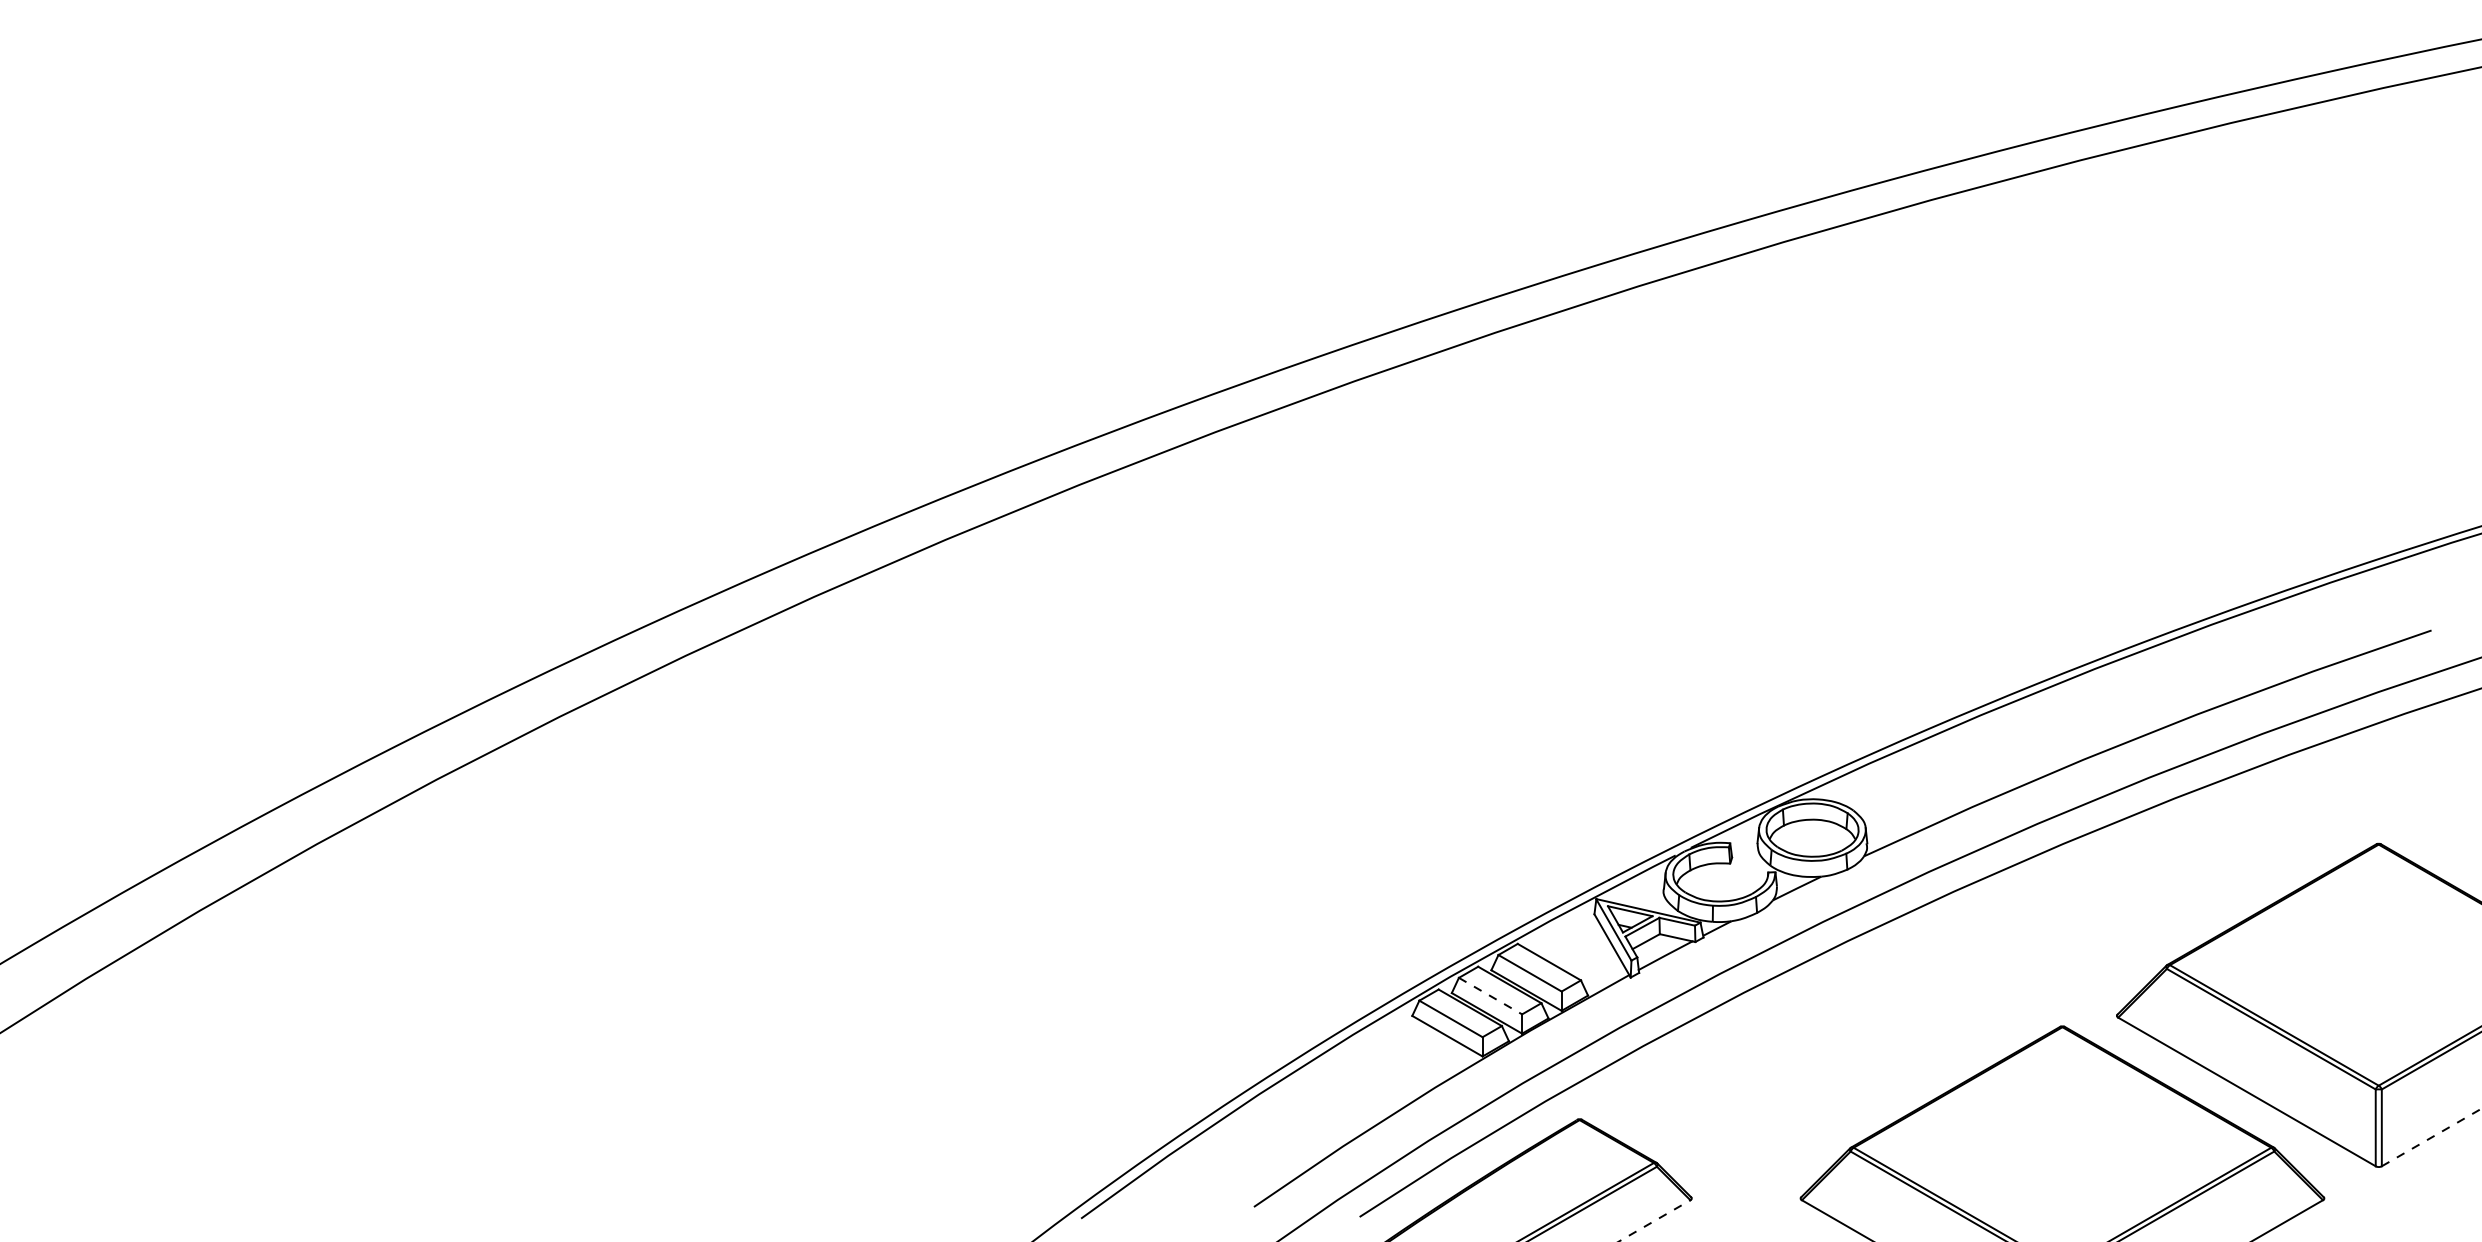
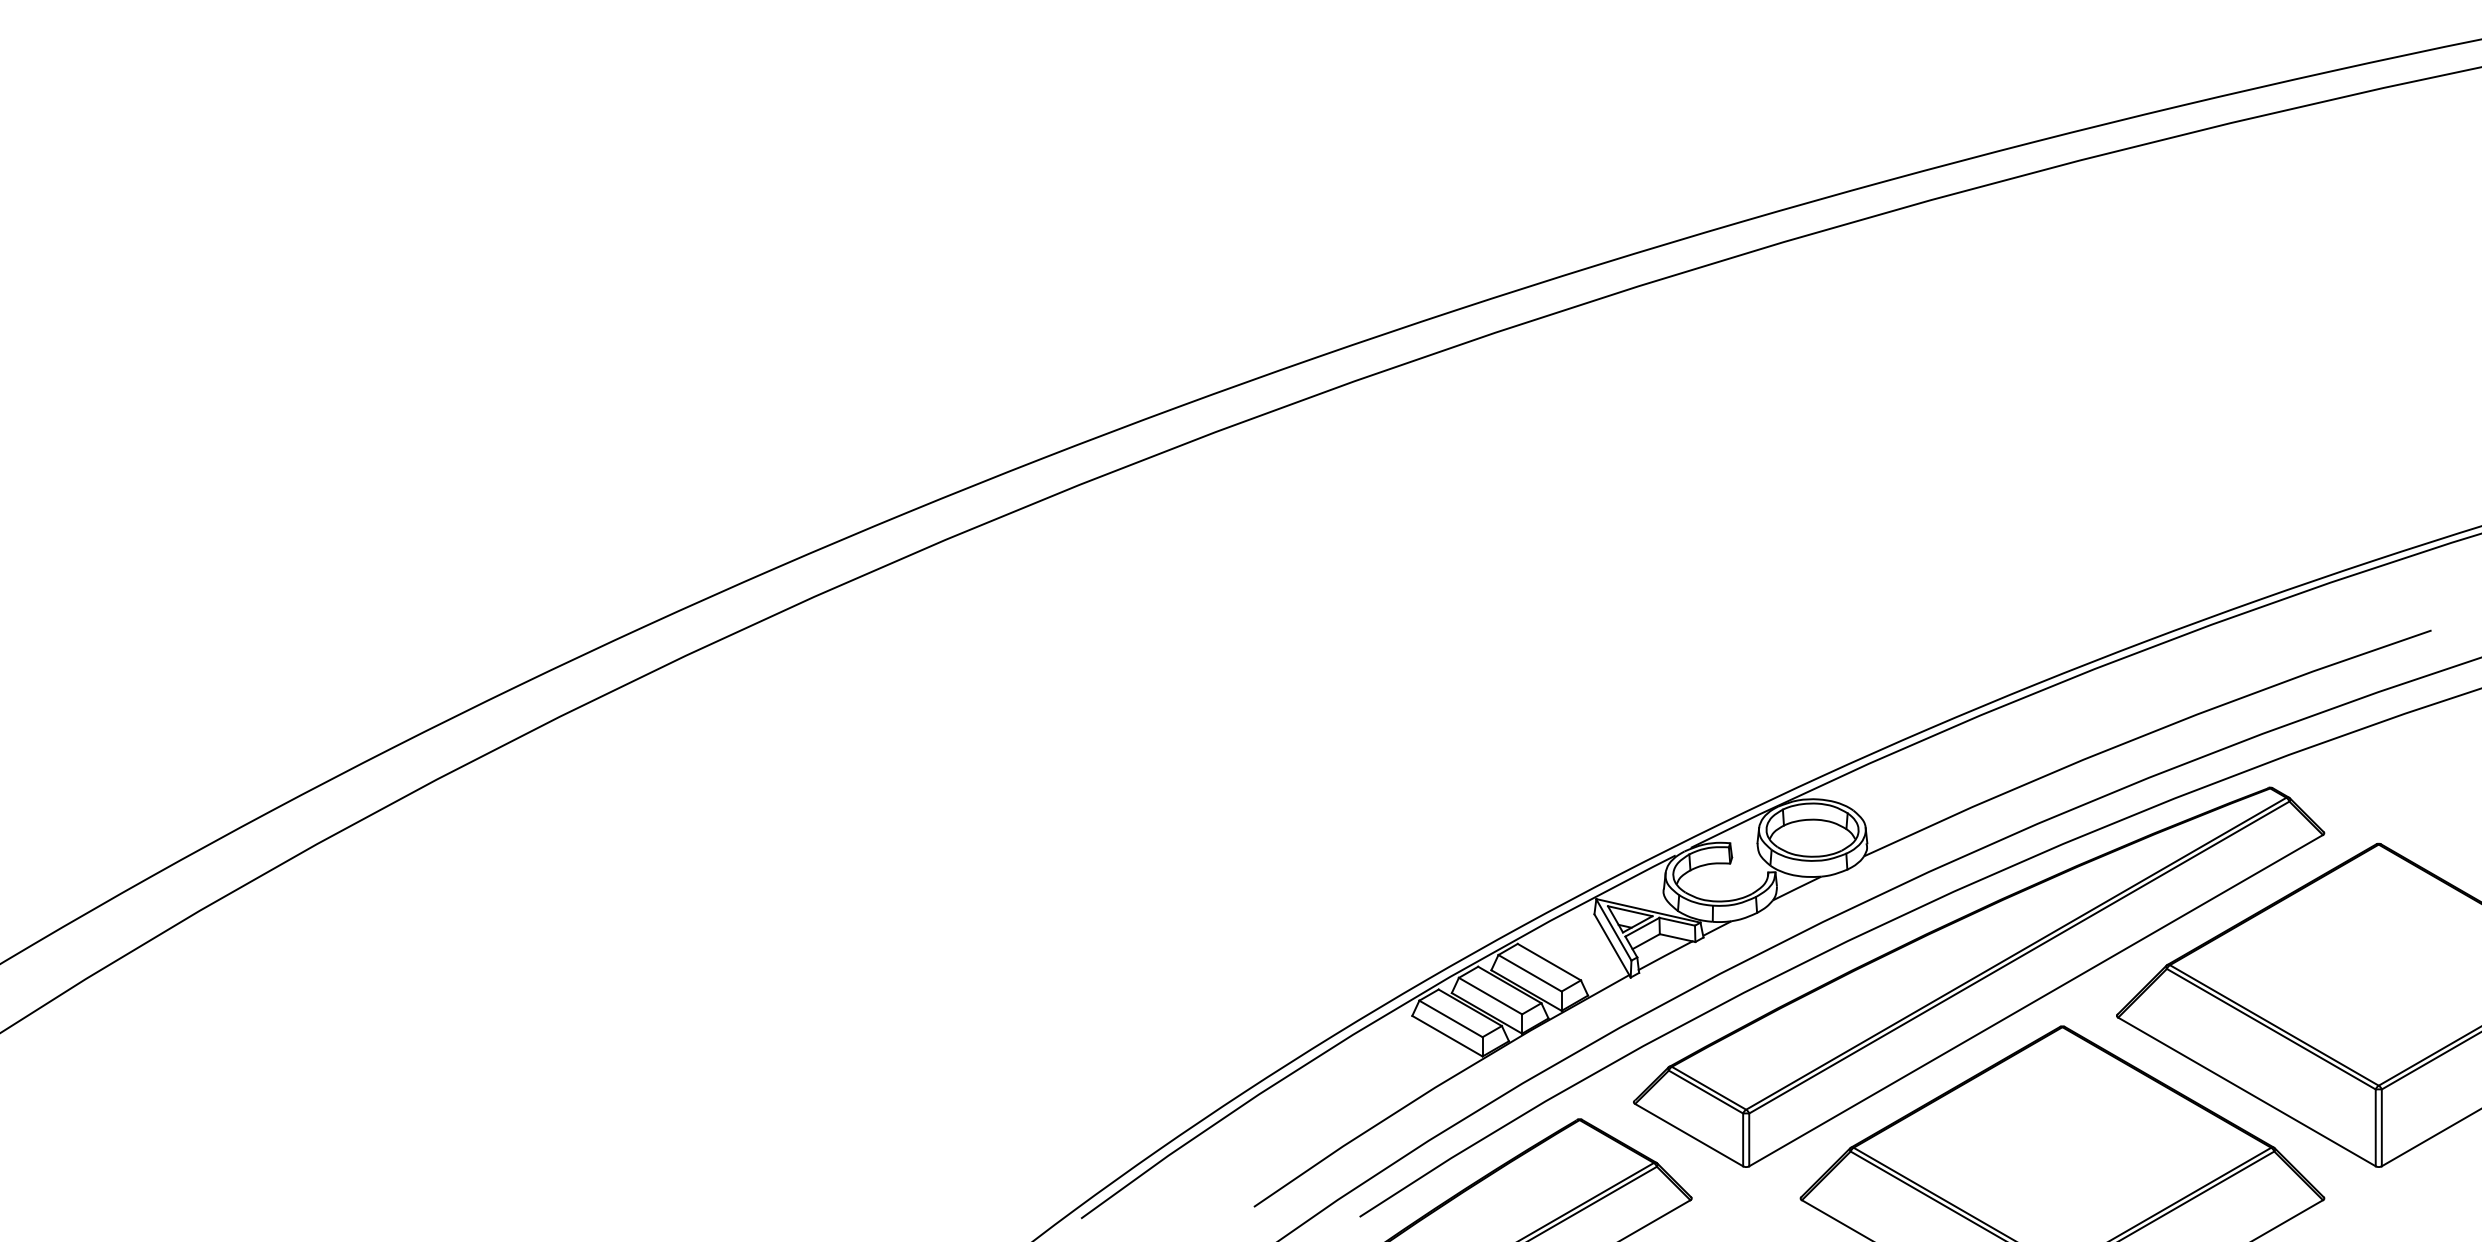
part at (1979, 976): none -> present
line at (1490, 996): dashed -> solid
line at (2431, 1137): dashed -> solid
line at (1654, 1220): dashed -> solid
